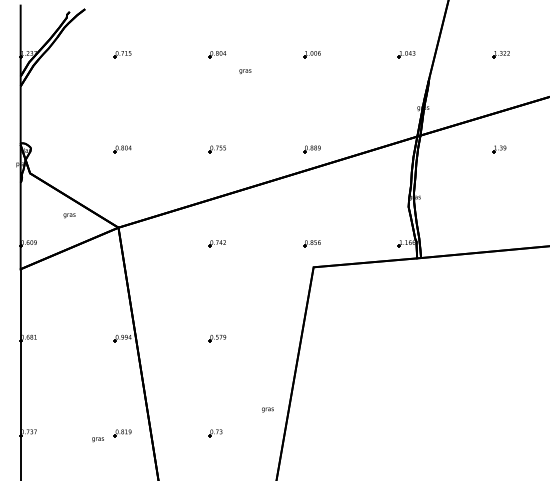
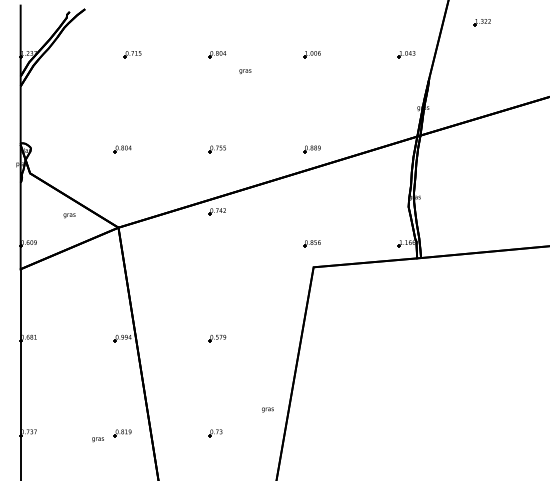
part at (122, 54) position: (122, 54) -> (132, 54)
part at (500, 54) position: (500, 54) -> (481, 22)
part at (499, 149): present -> none
part at (216, 243) position: (216, 243) -> (216, 211)
